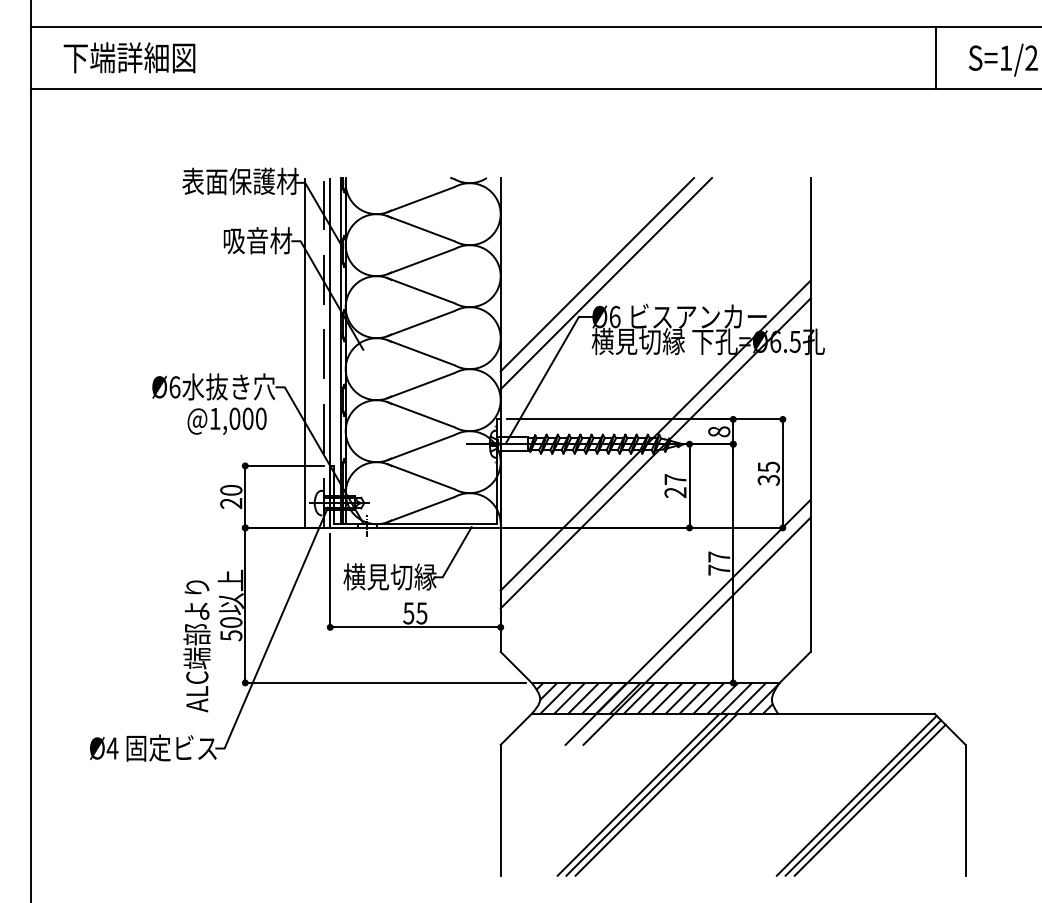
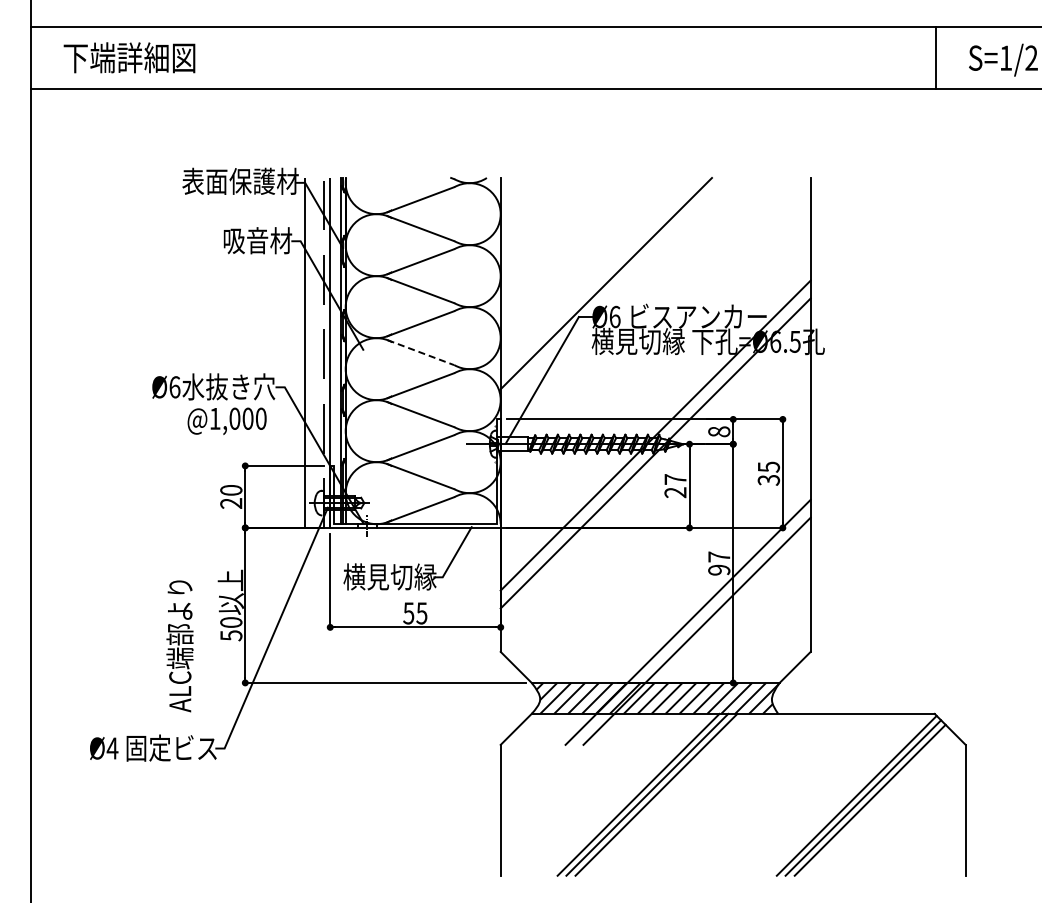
line at (597, 274): present -> none
line at (421, 352): solid -> dashed
text at (719, 569): 77 -> 97
text at (196, 646) position: (196, 646) -> (179, 646)
